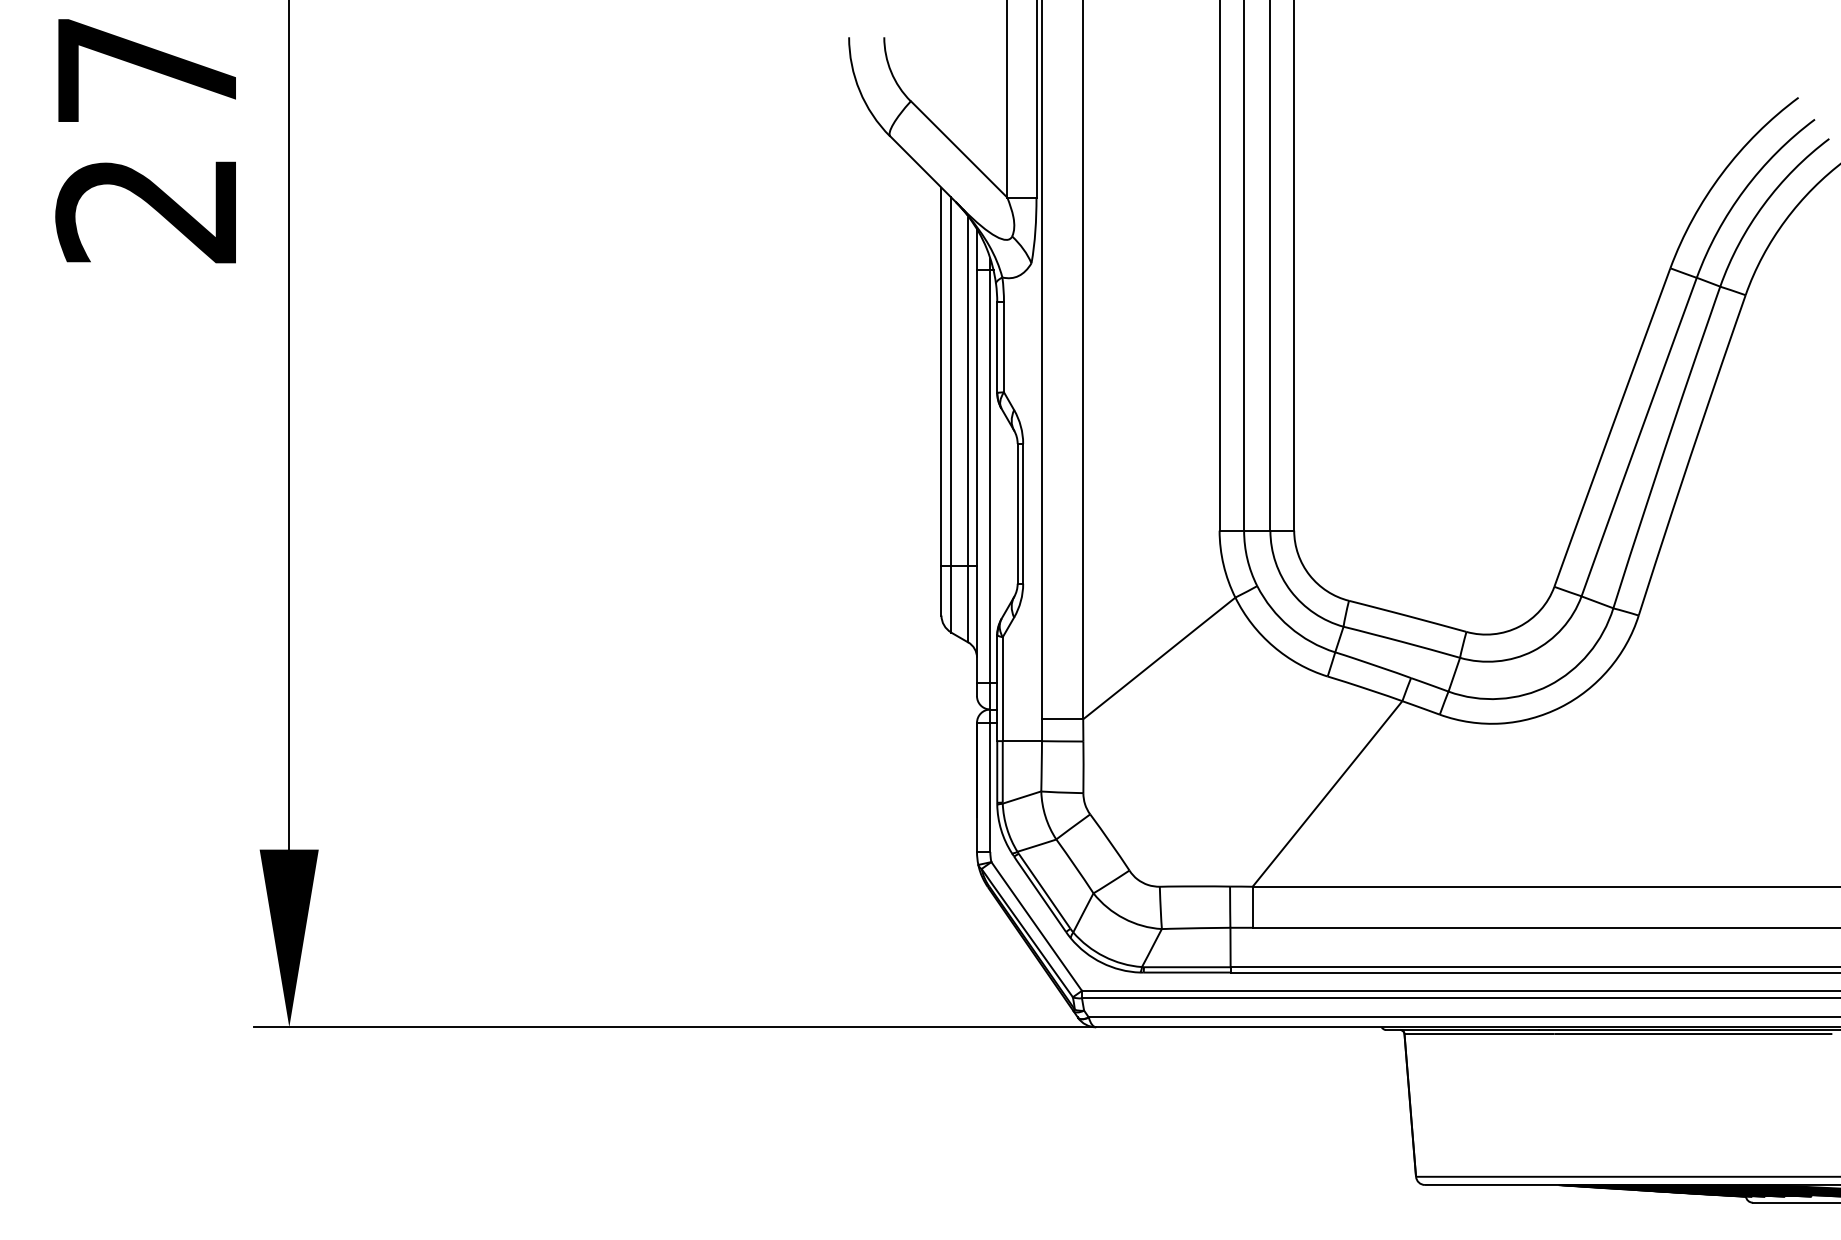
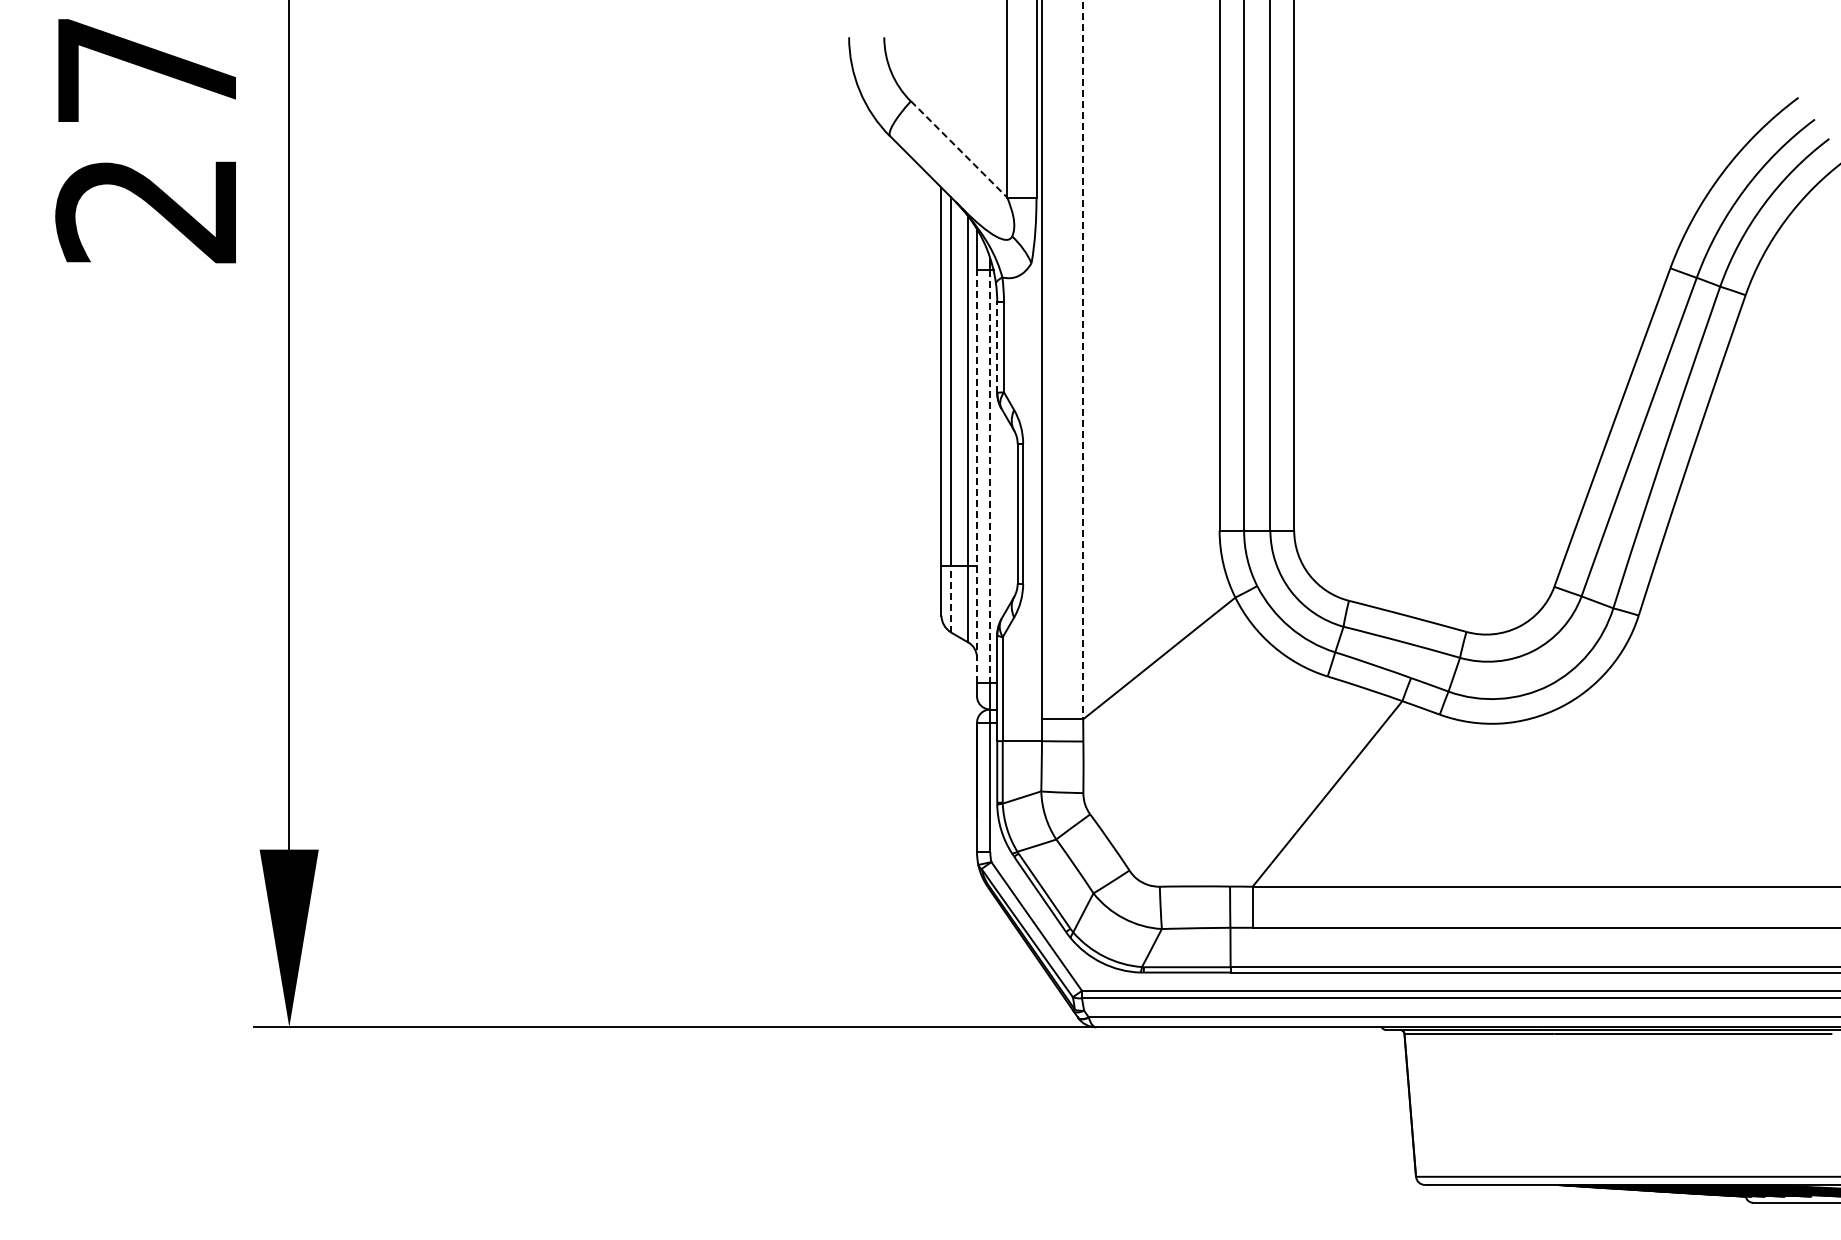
line at (959, 149): solid -> dashed
line at (997, 346): solid -> dashed
line at (1083, 360): solid -> dashed
line at (977, 476): solid -> dashed
line at (990, 477): solid -> dashed
line at (951, 598): solid -> dashed
